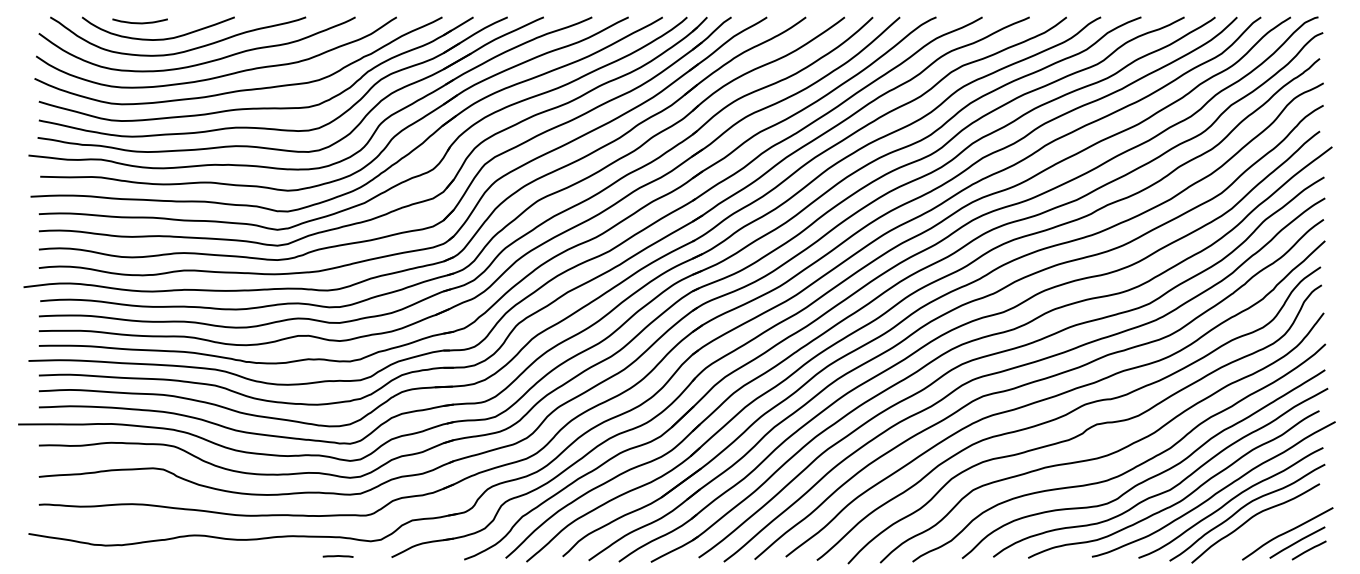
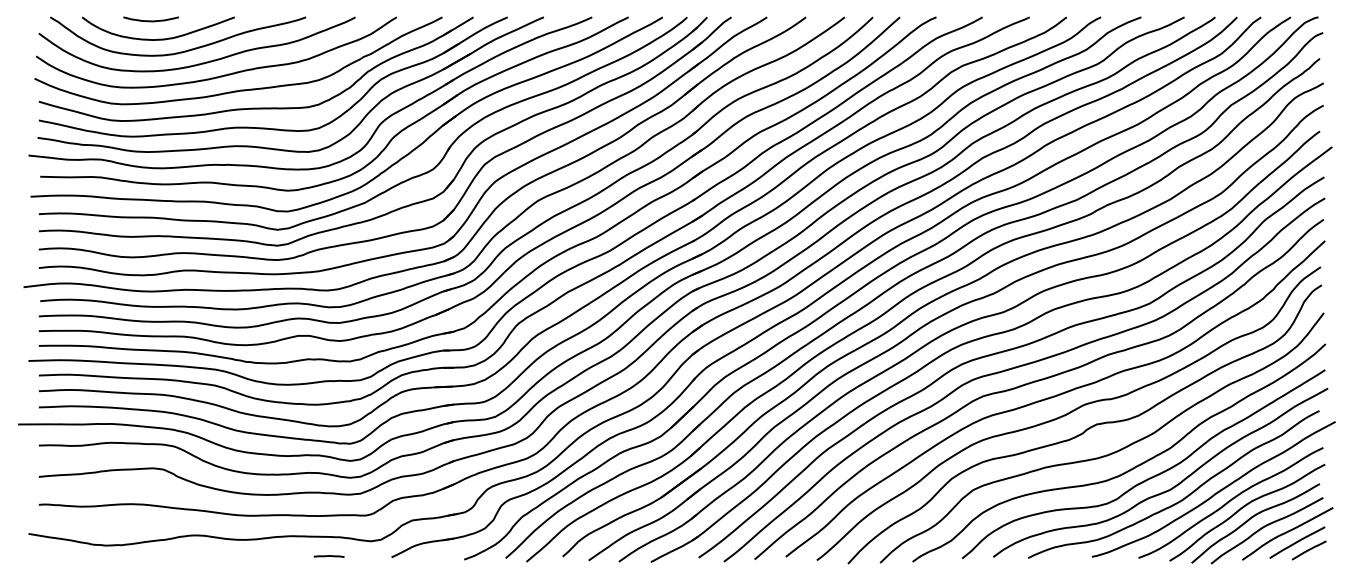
curve at (139, 22) position: (139, 22) -> (150, 20)
curve at (1265, 527): none -> present
line at (337, 556) position: (337, 556) -> (328, 556)
